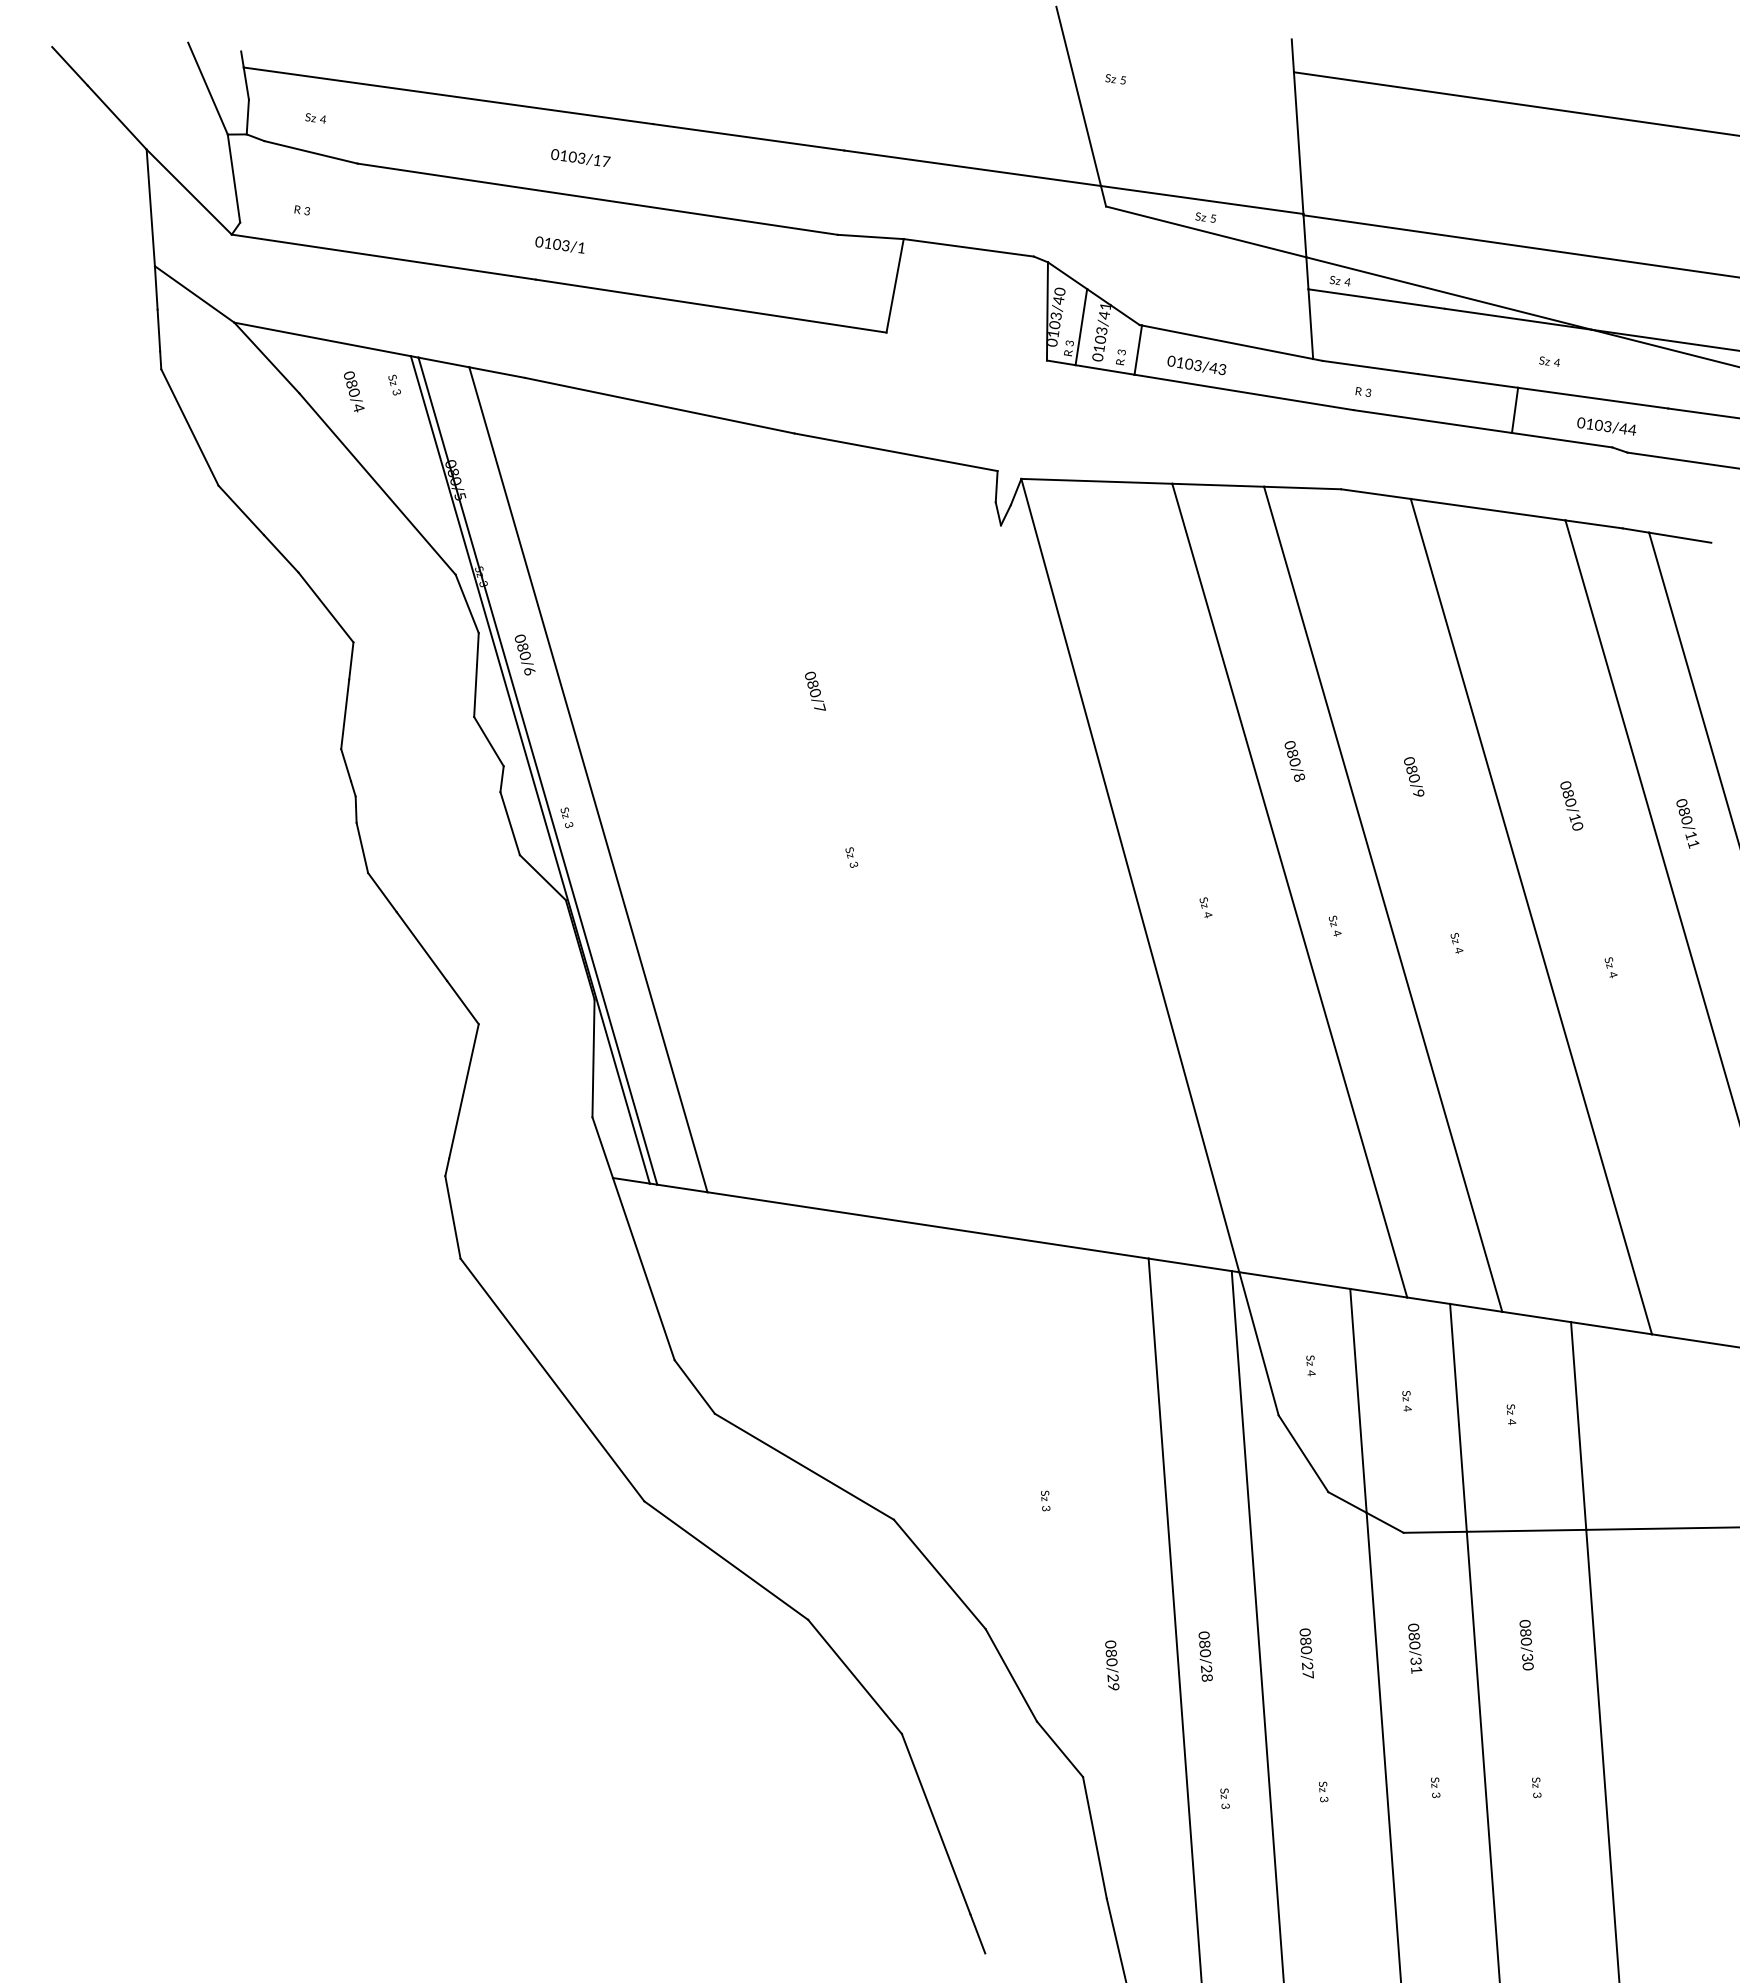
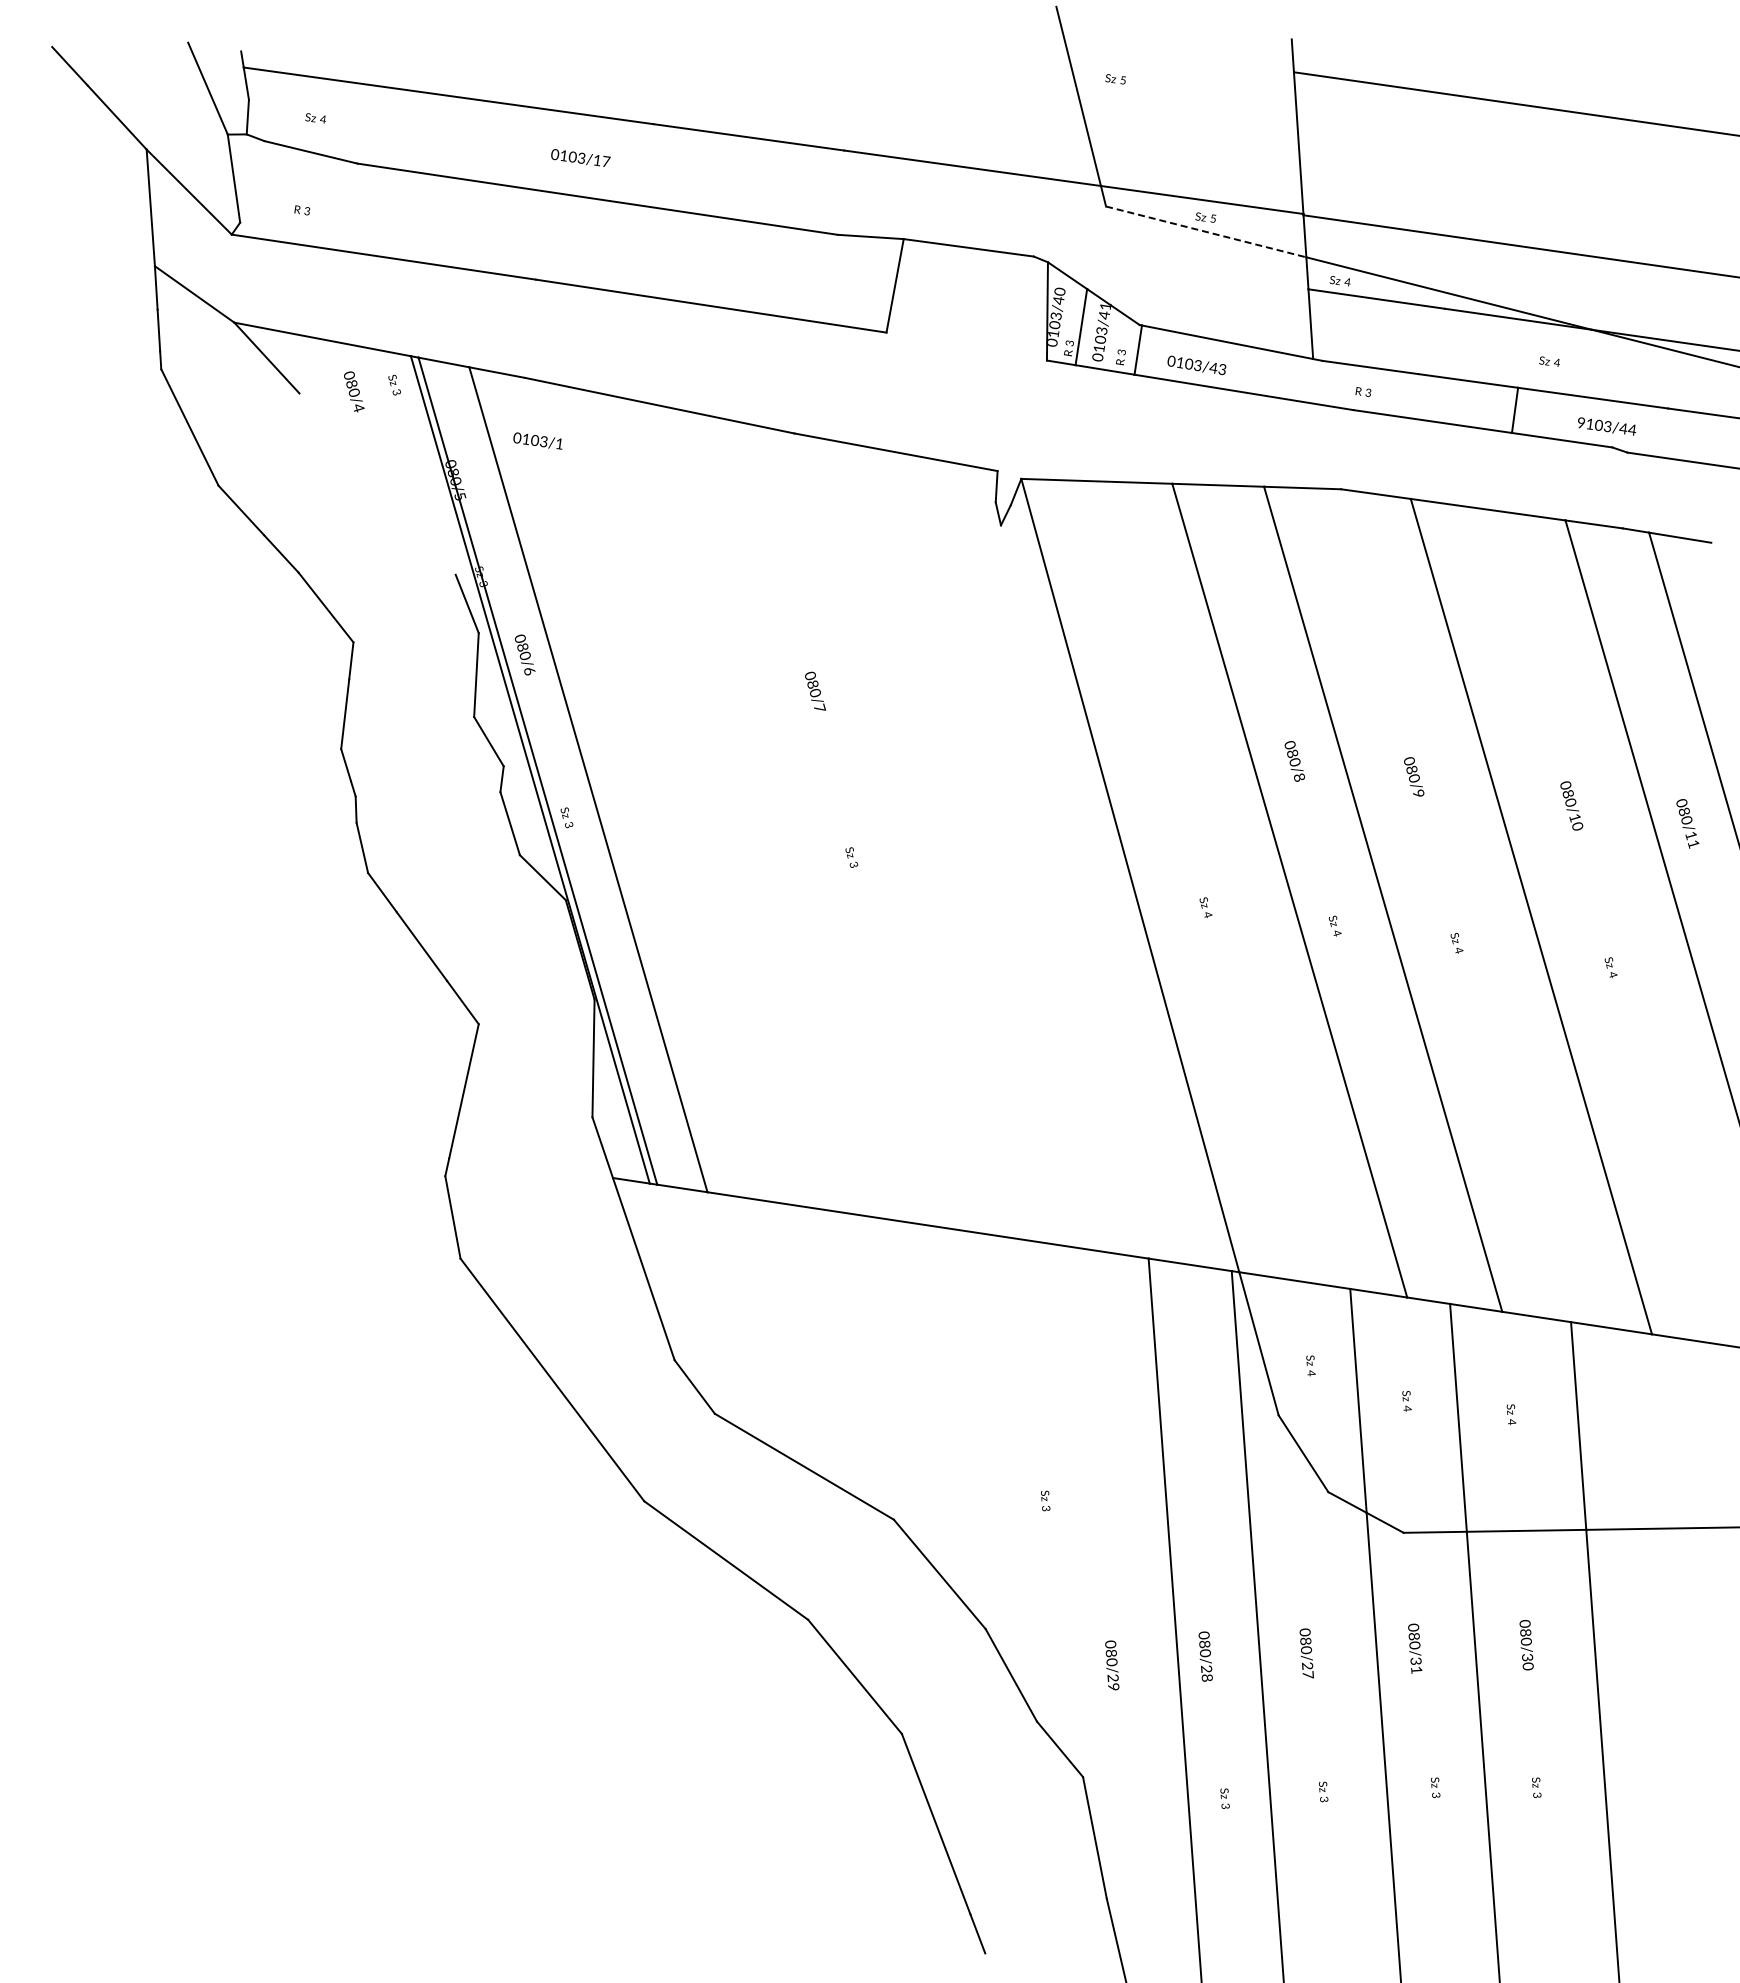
line at (1206, 232): solid -> dashed
text at (559, 244) position: (559, 244) -> (537, 440)
text at (1581, 423): 0103/44 -> 9103/44
line at (377, 483): present -> none
